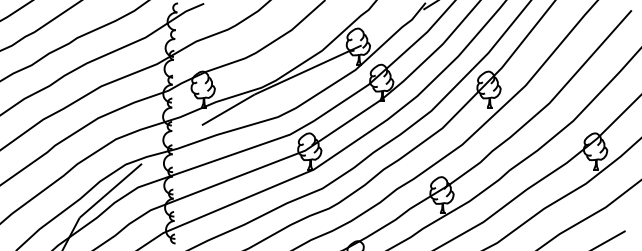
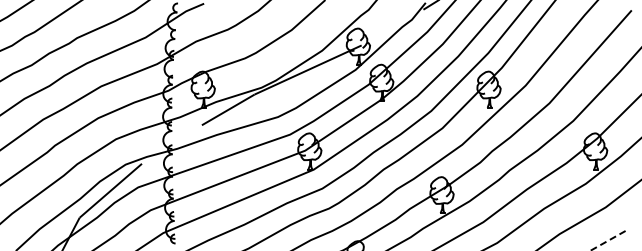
line at (607, 241): solid -> dashed
